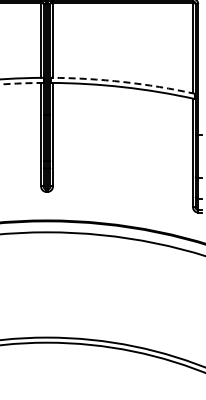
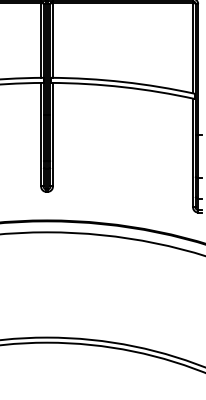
arc at (123, 82): dashed -> solid
arc at (21, 83): dashed -> solid
